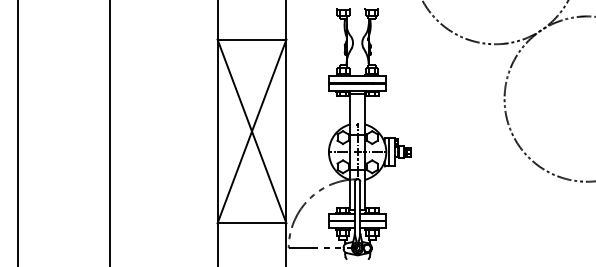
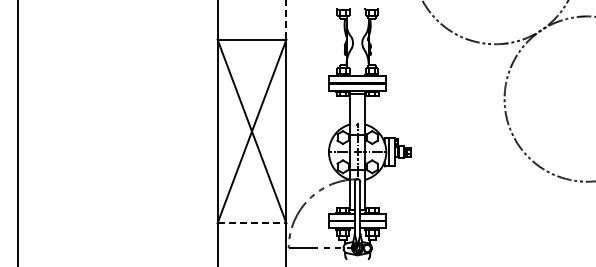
line at (286, 20): solid -> dashed
line at (109, 132): present -> none
line at (252, 223): solid -> dashed
